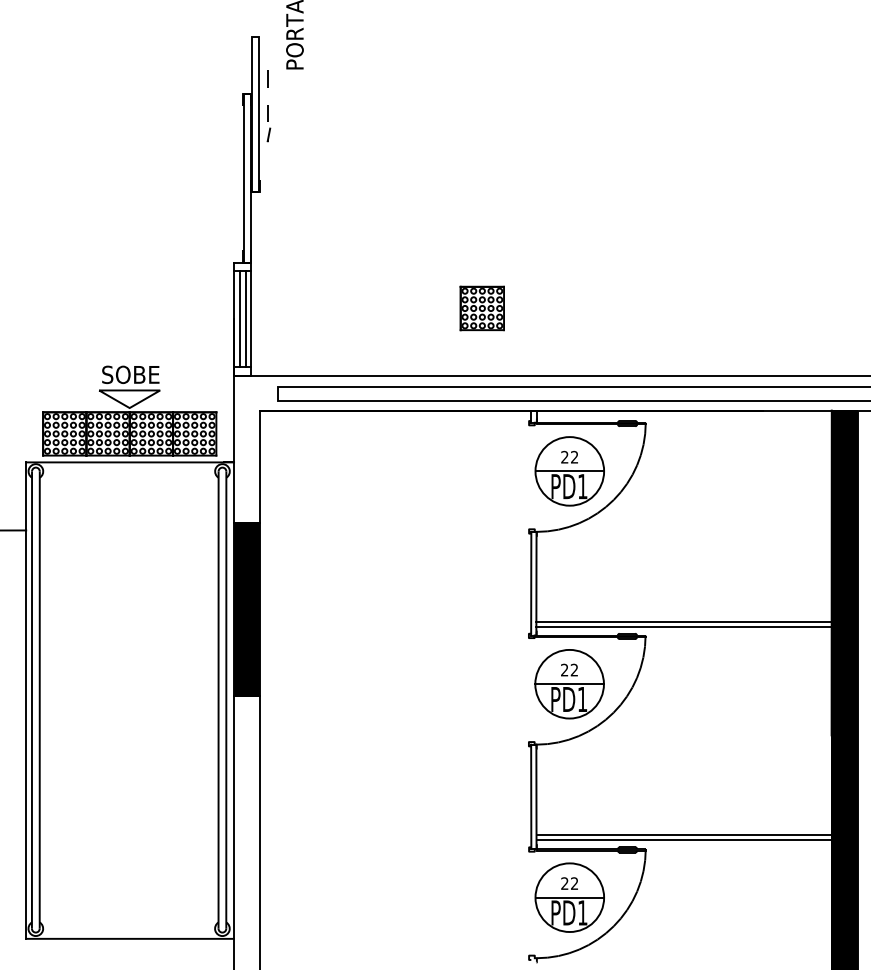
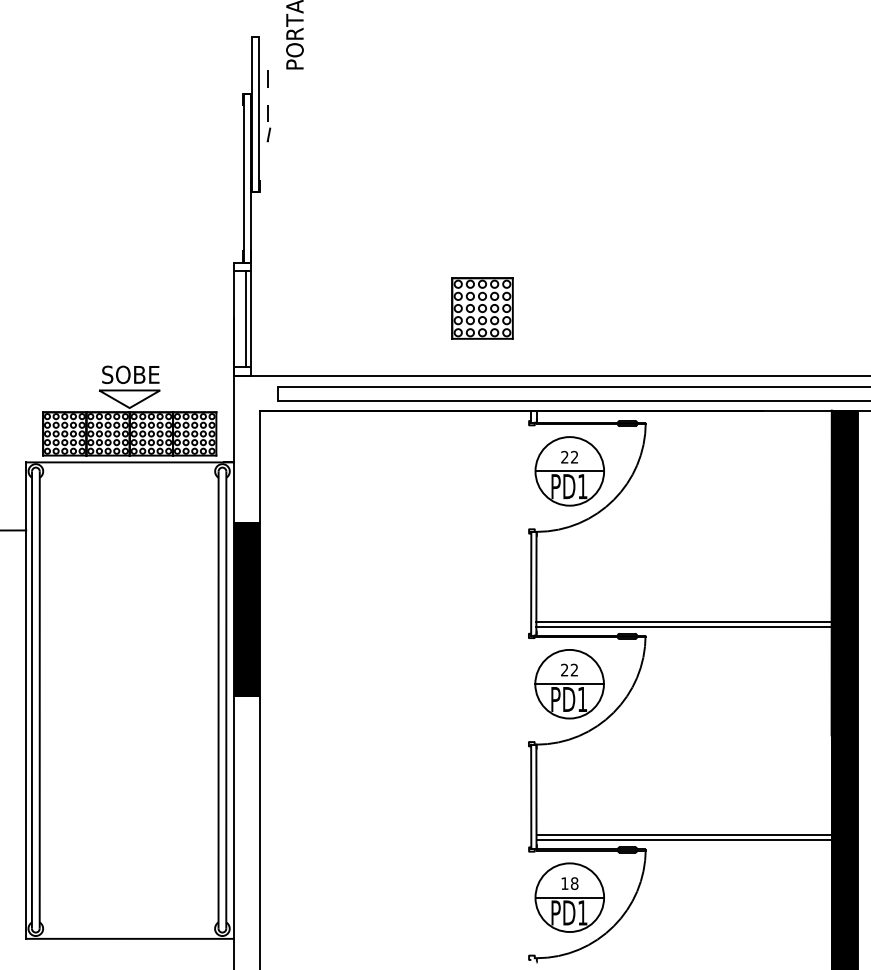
part at (481, 308) size: 46x47 px -> 63x63 px
line at (240, 319): present -> none
text at (569, 883): 22 -> 18
